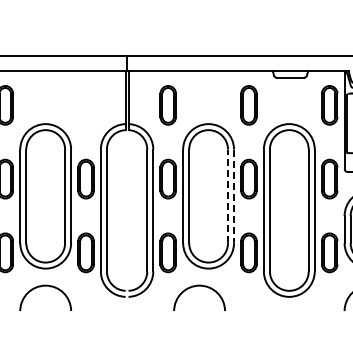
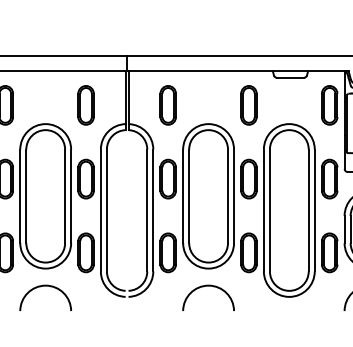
part at (85, 105): none -> present
line at (228, 196): dashed -> solid
line at (234, 196): dashed -> solid
arc at (199, 286) position: (199, 286) -> (208, 286)
